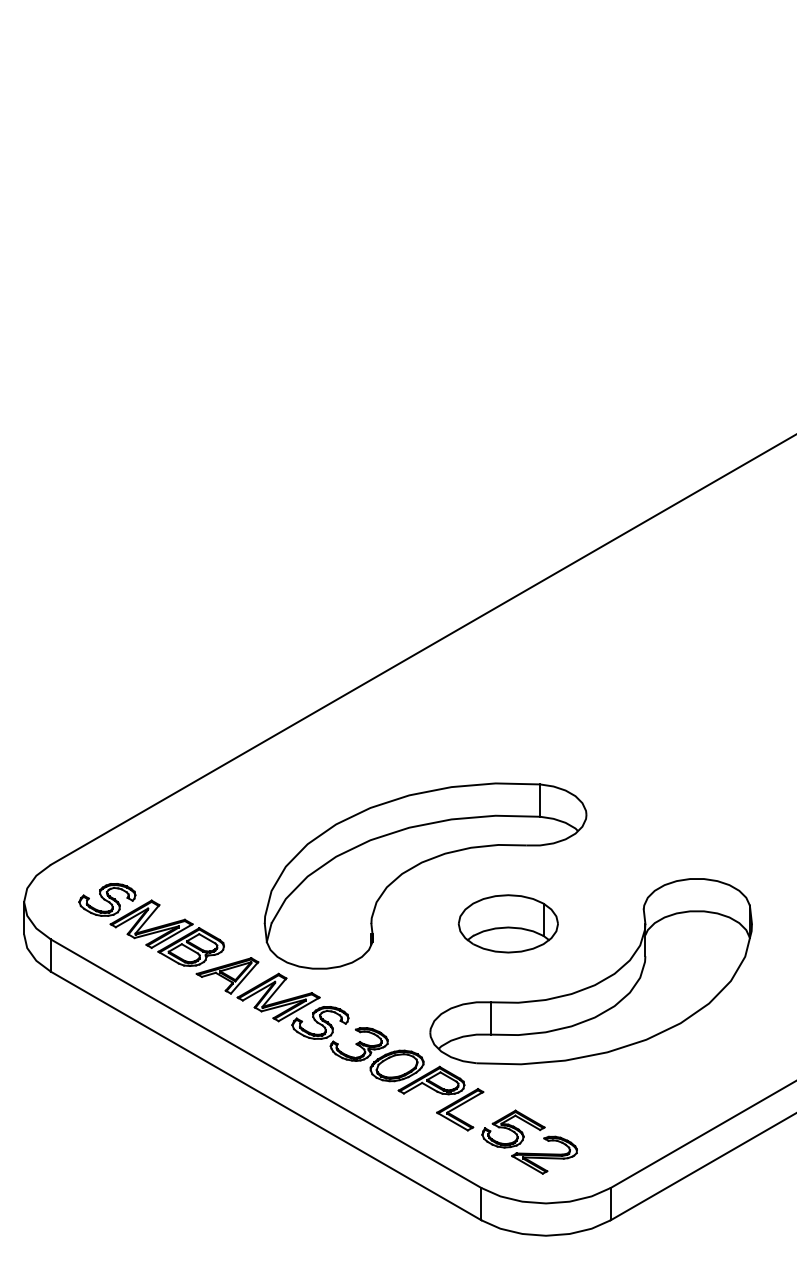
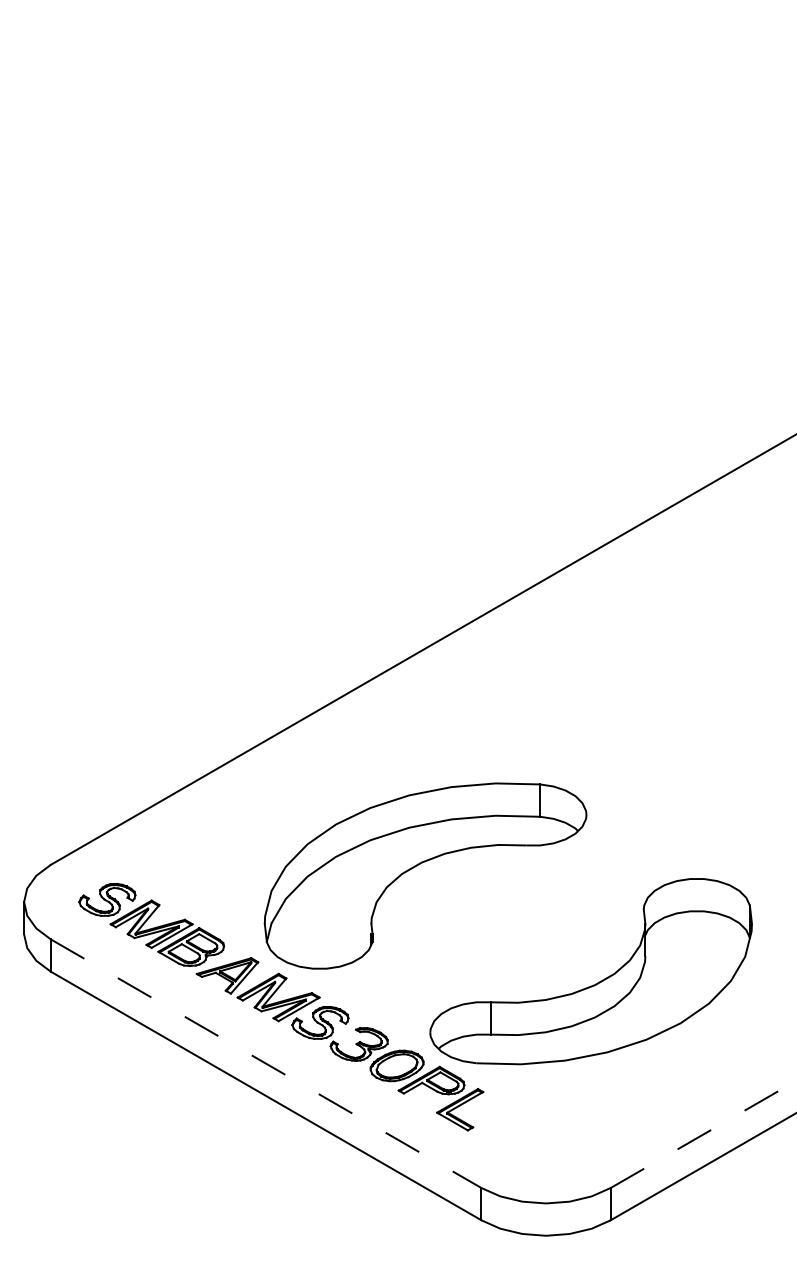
part at (507, 923): present -> none
line at (266, 1063): solid -> dashed
line at (704, 1134): solid -> dashed
part at (529, 1141): present -> none
